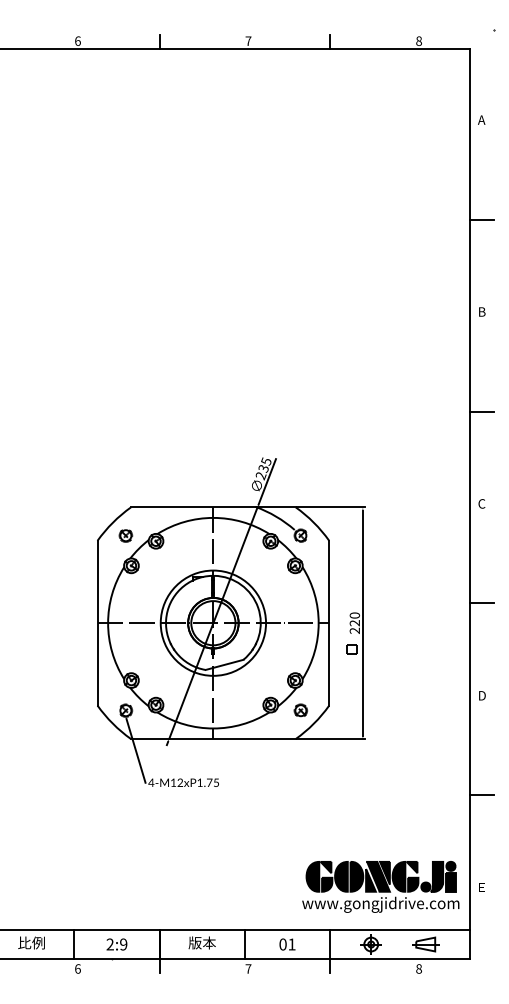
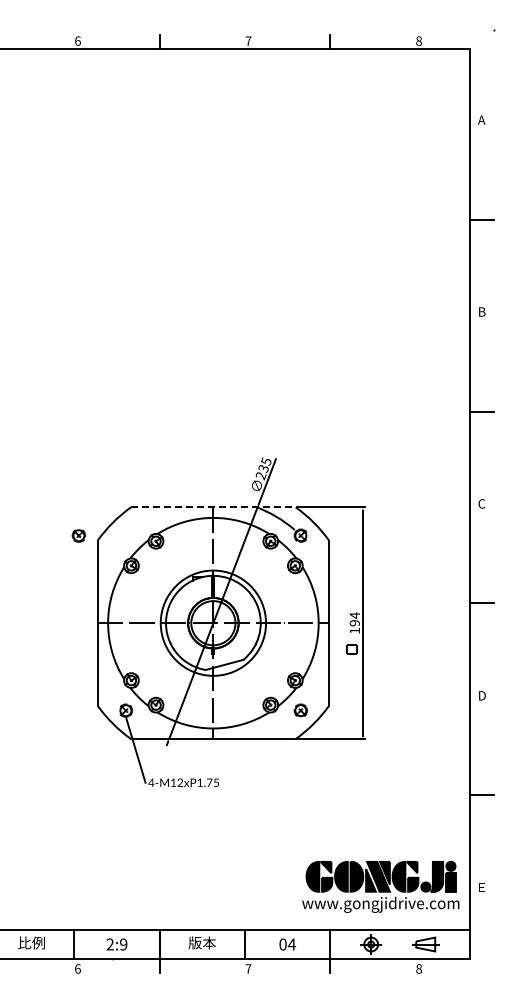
line at (213, 507): solid -> dashed
part at (125, 535) position: (125, 535) -> (78, 535)
text at (354, 622): 220 -> 194
text at (291, 944): 01 -> 04
